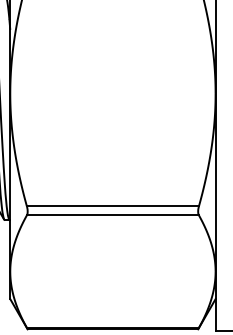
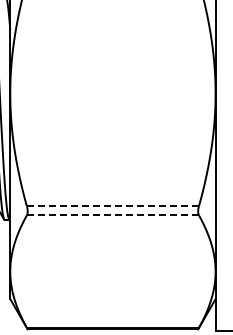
line at (112, 206): solid -> dashed
line at (112, 215): solid -> dashed
